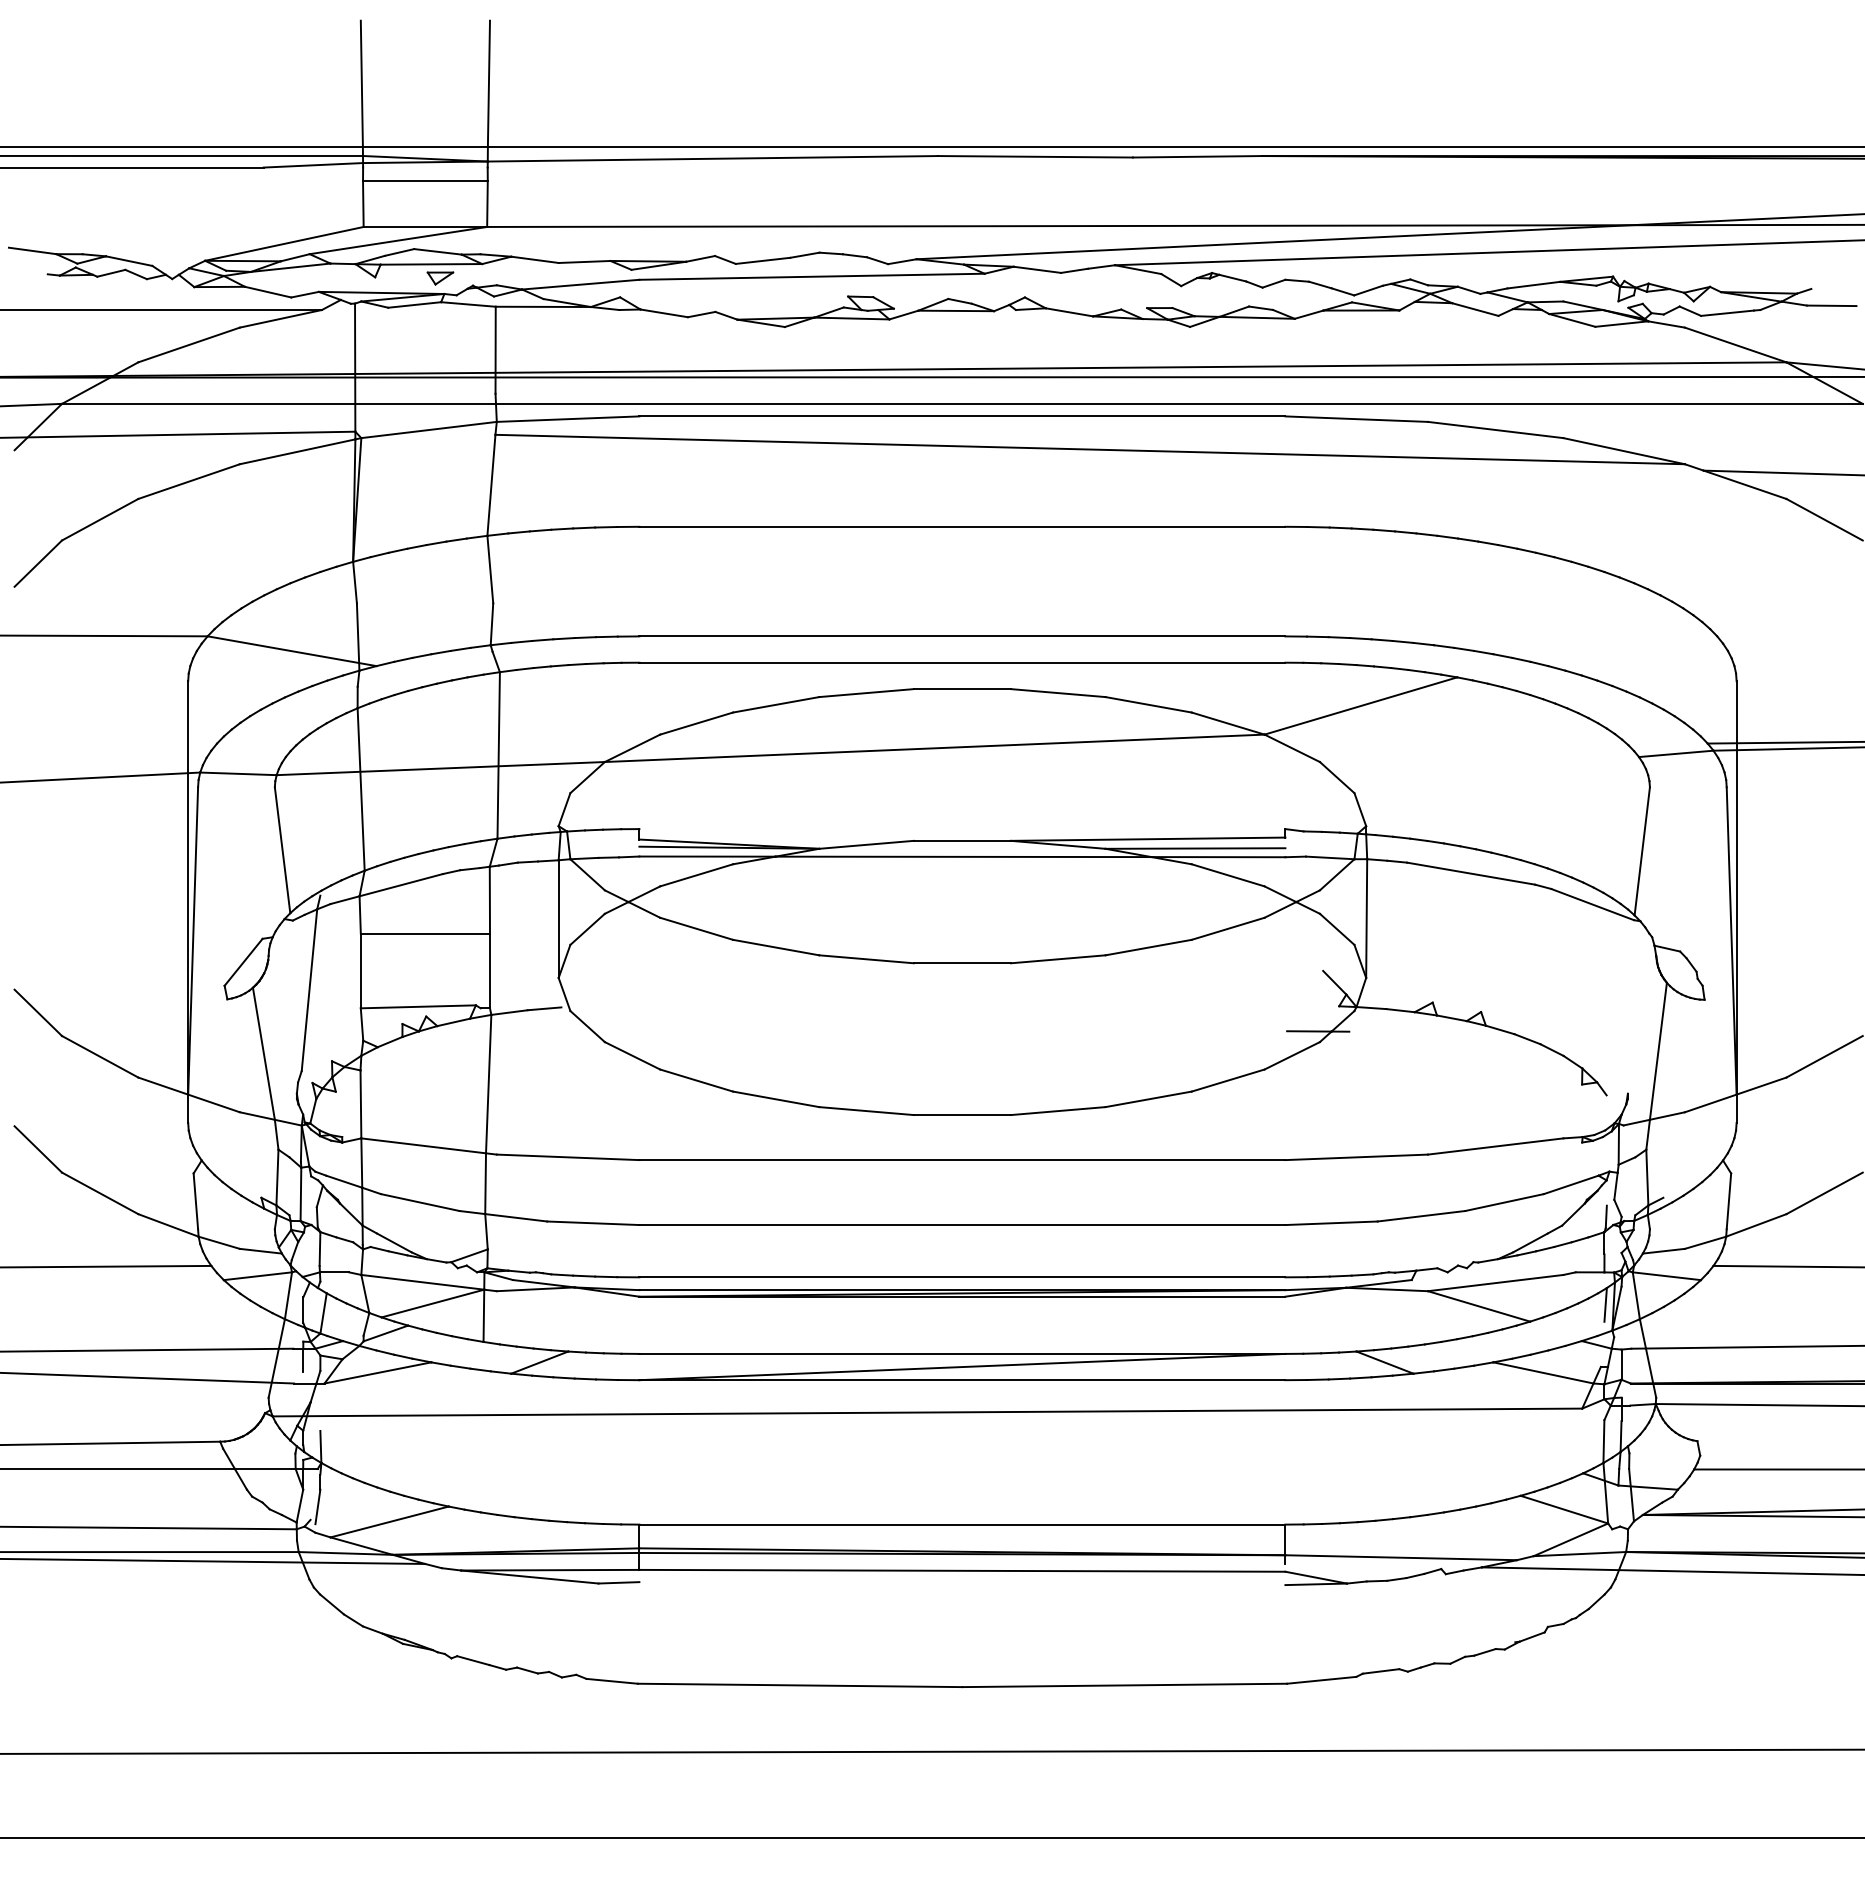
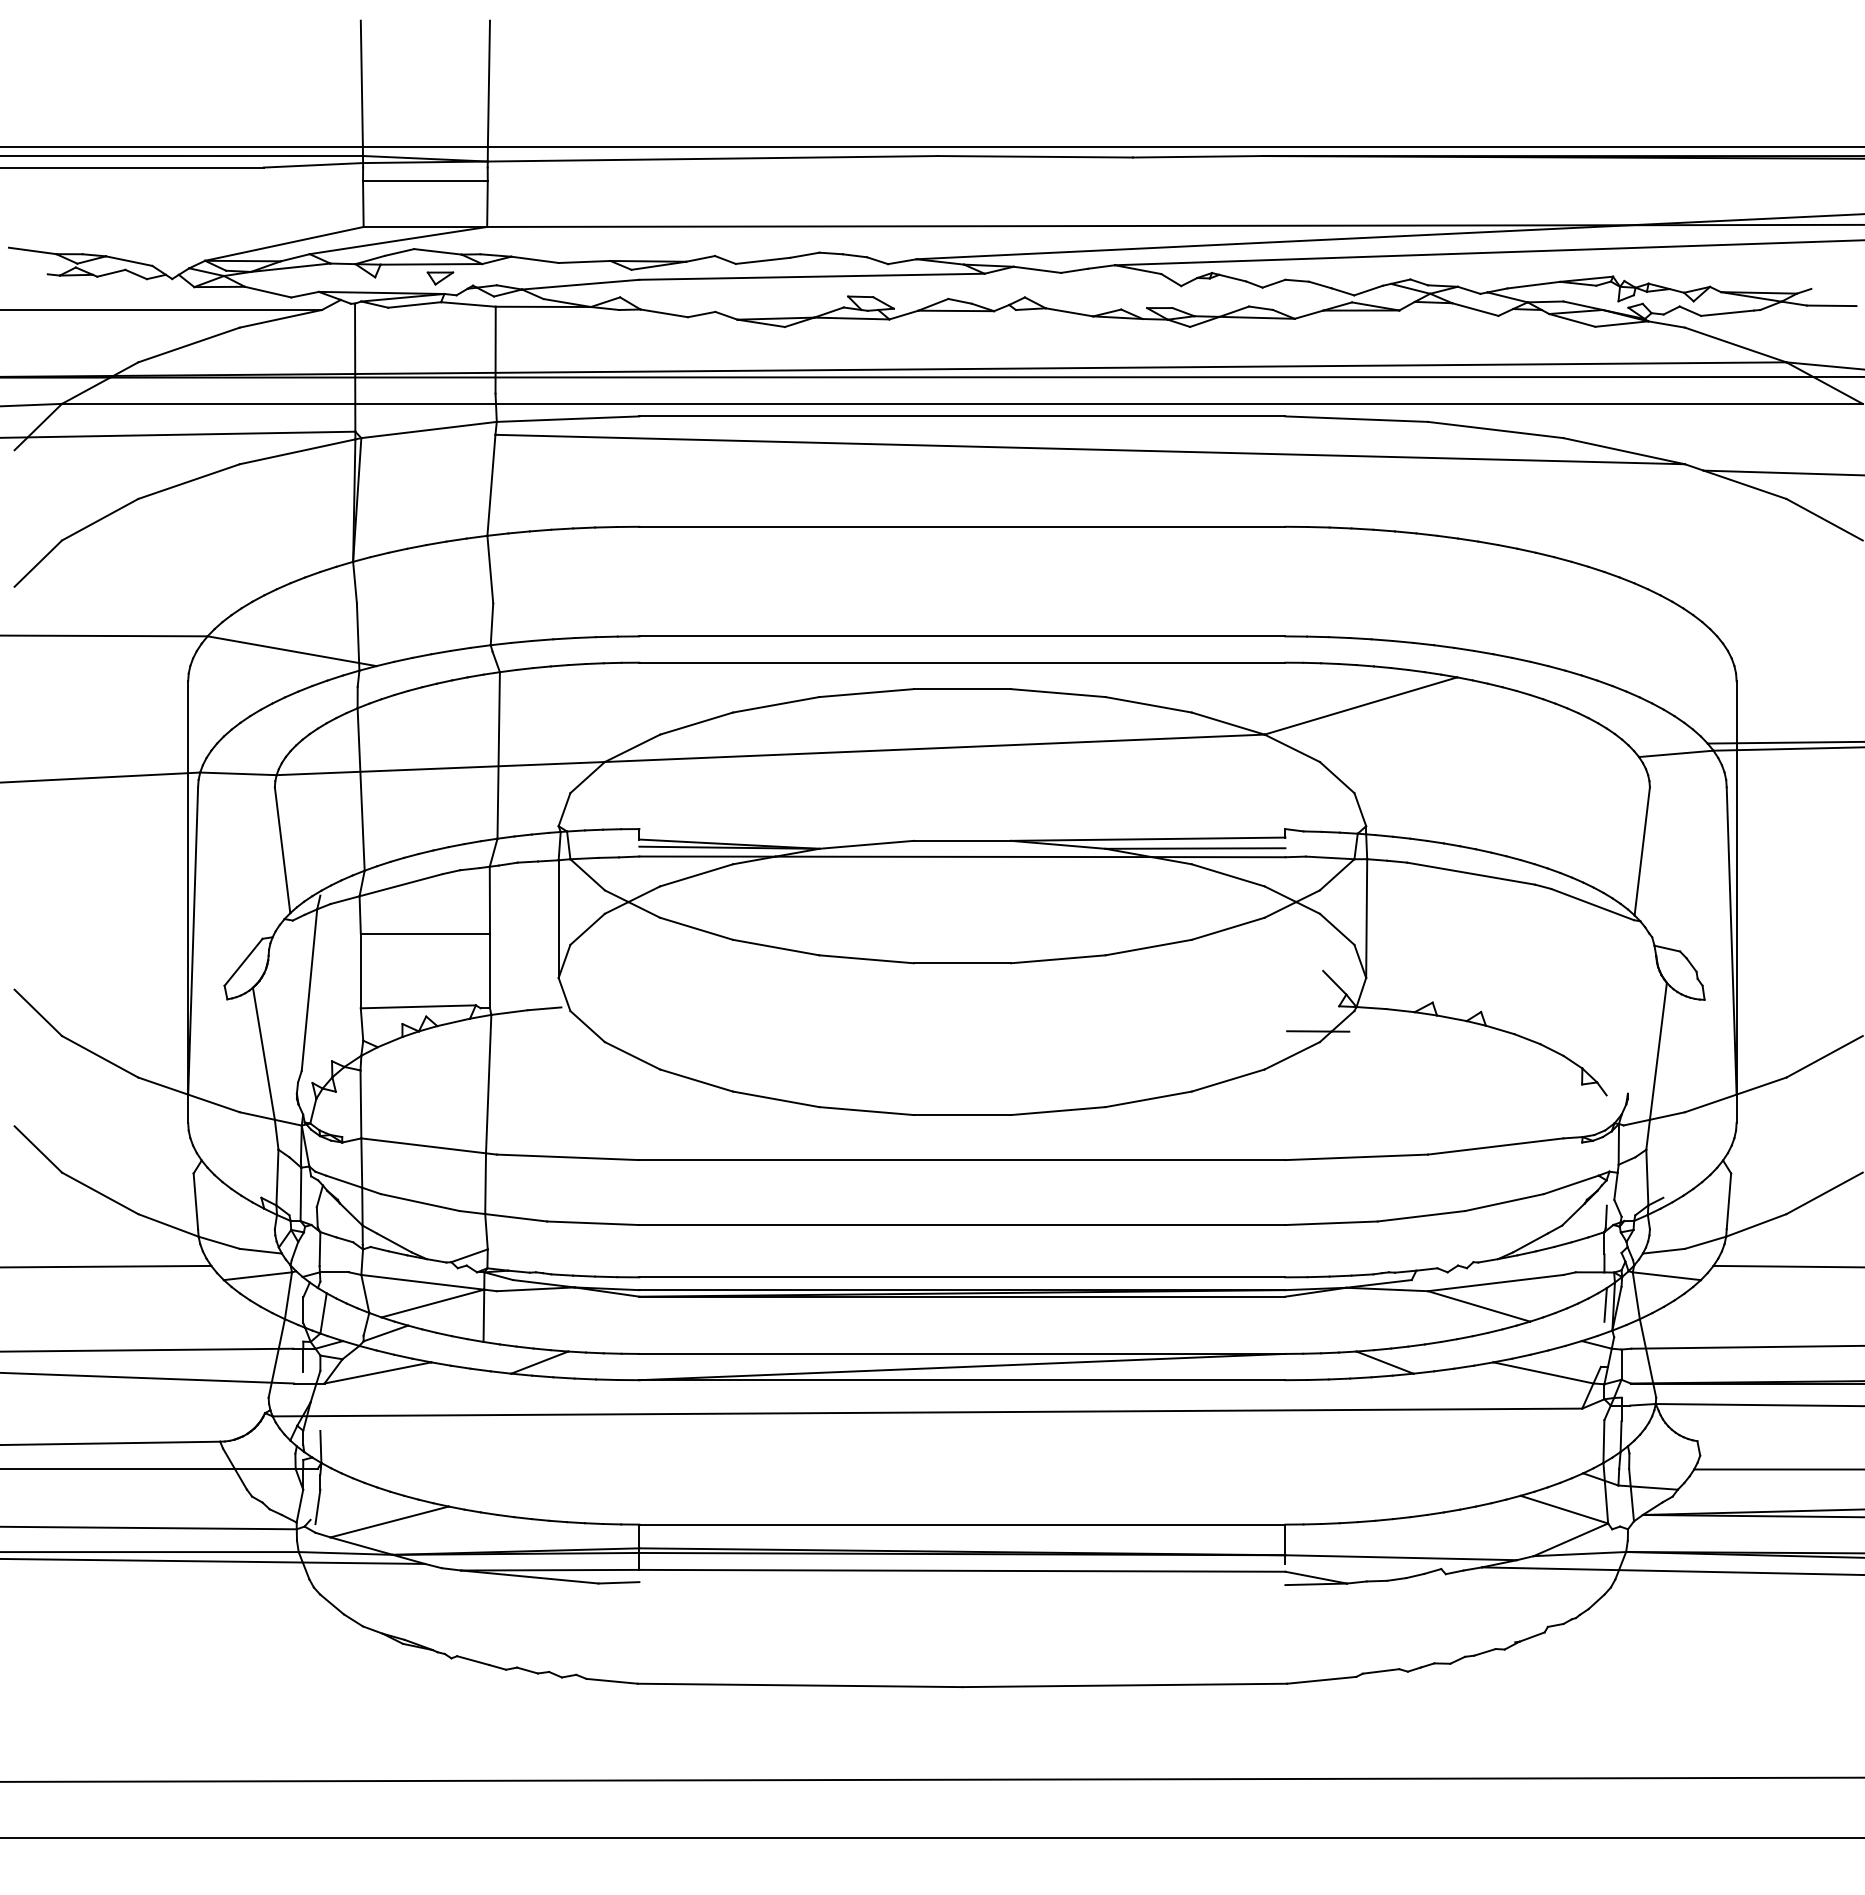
line at (931, 1751) position: (931, 1751) -> (931, 1779)
